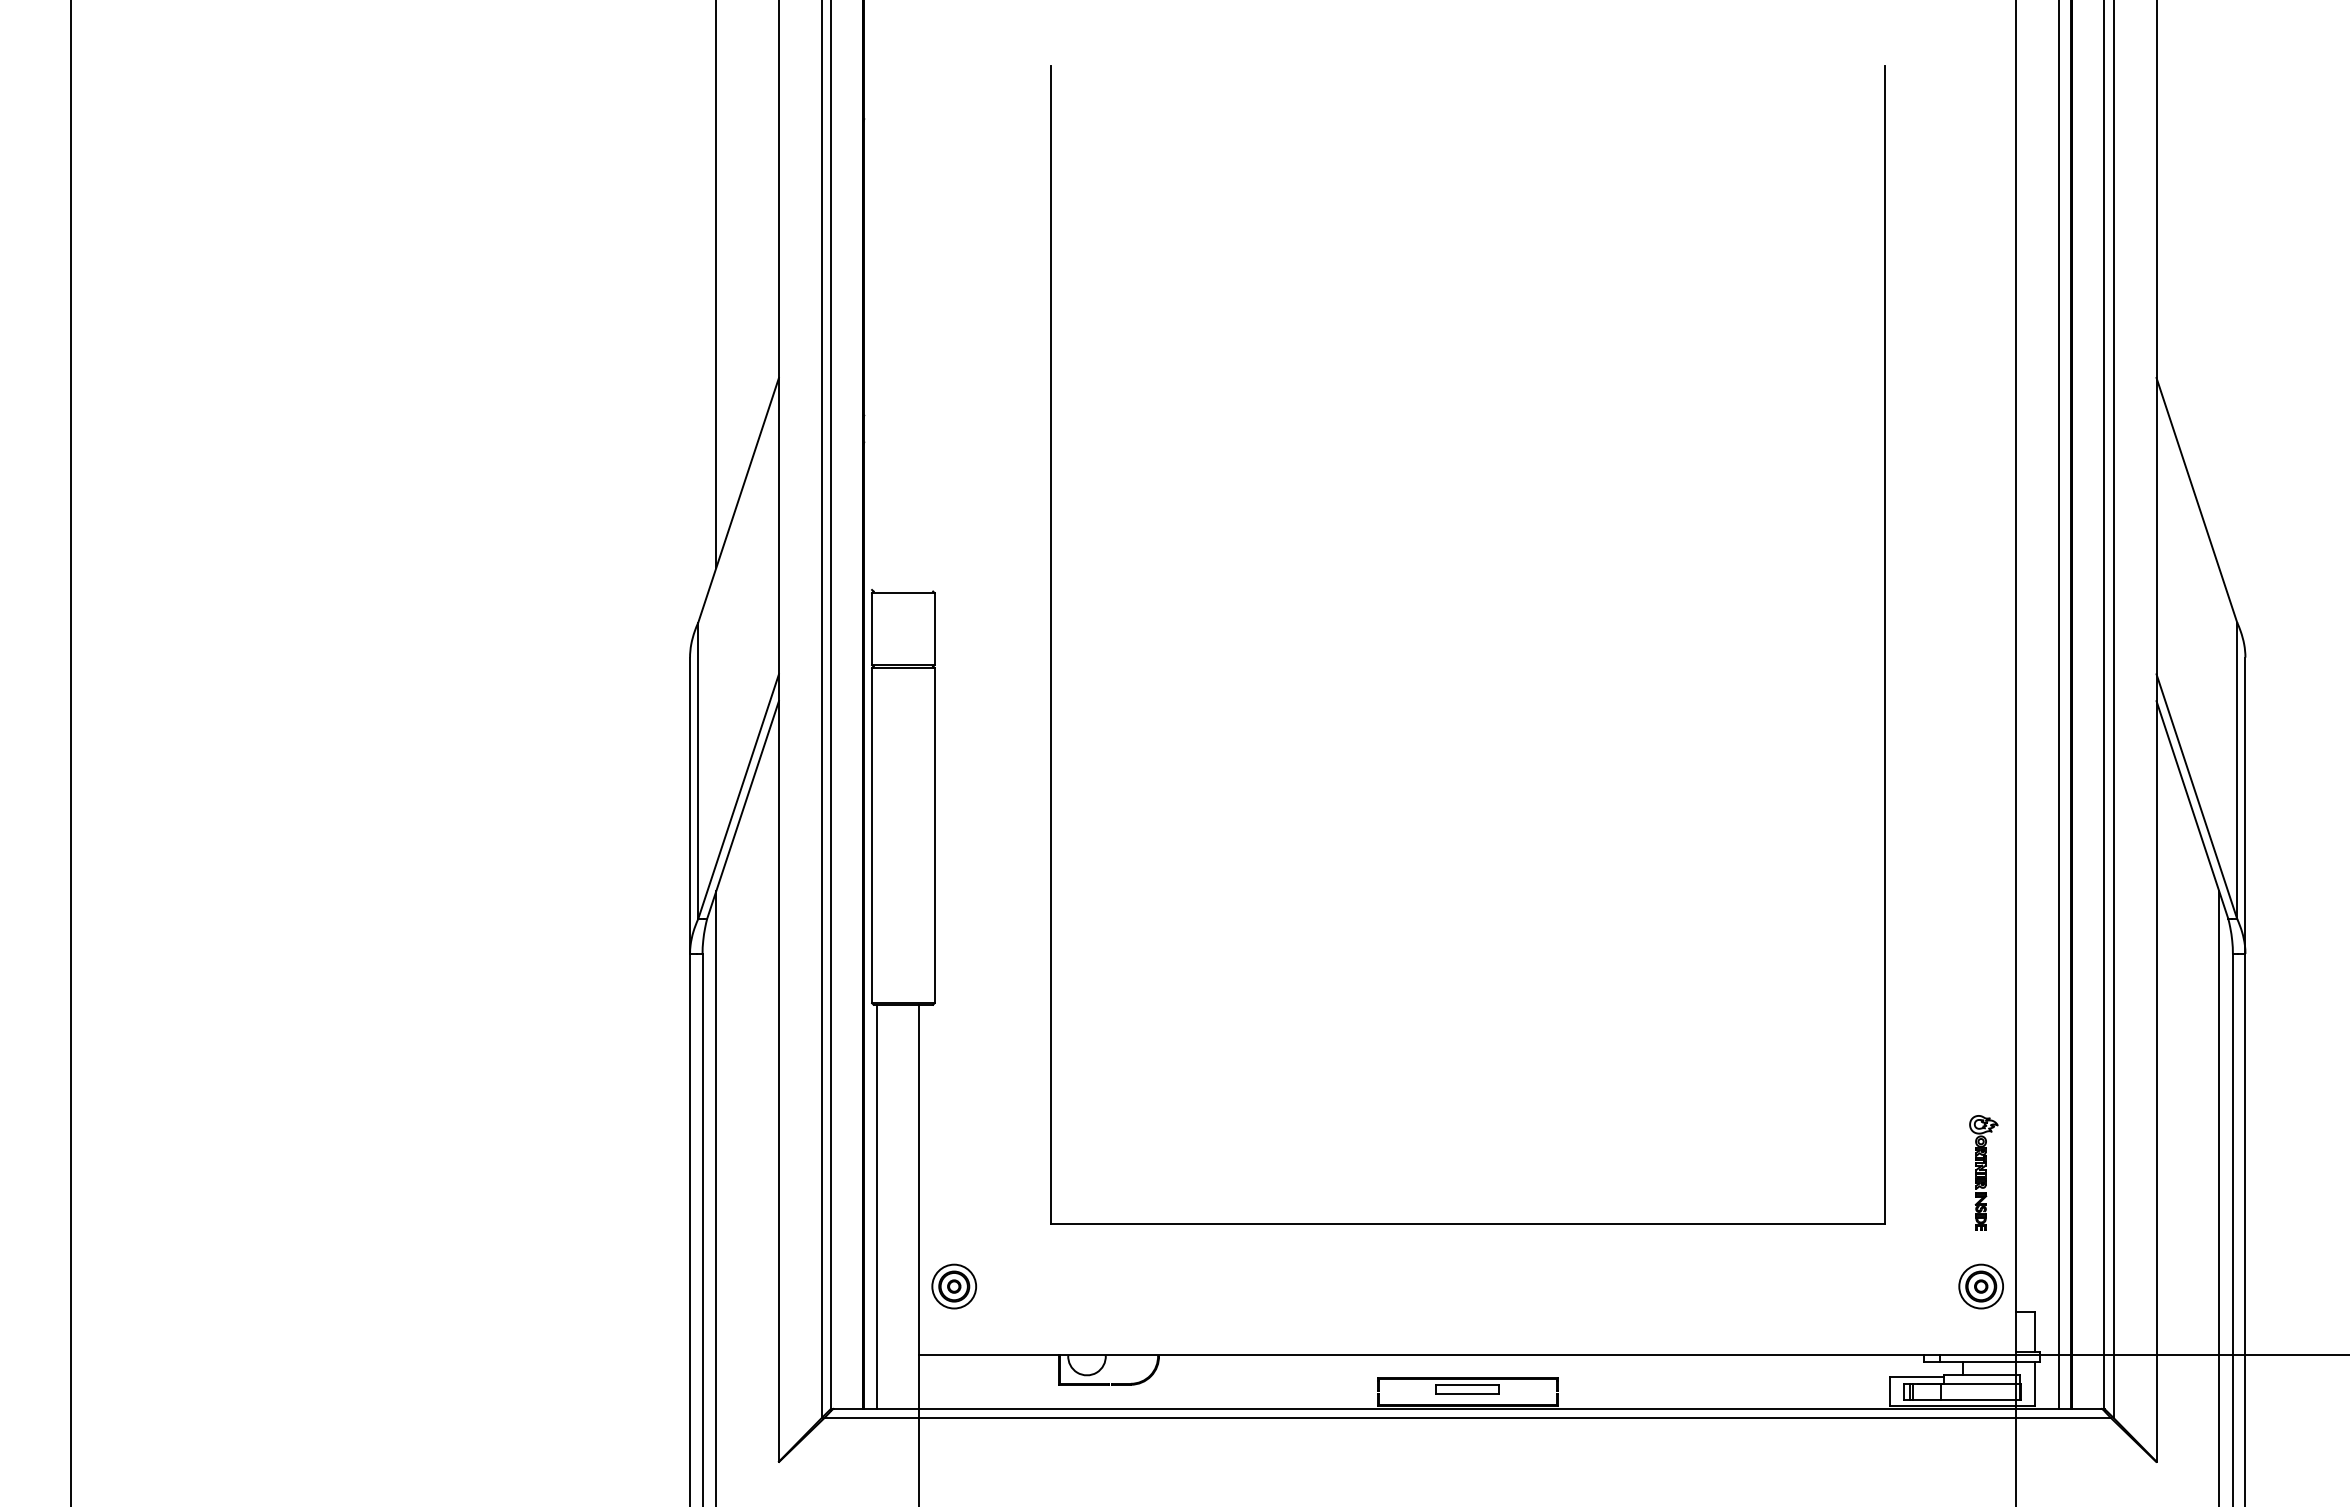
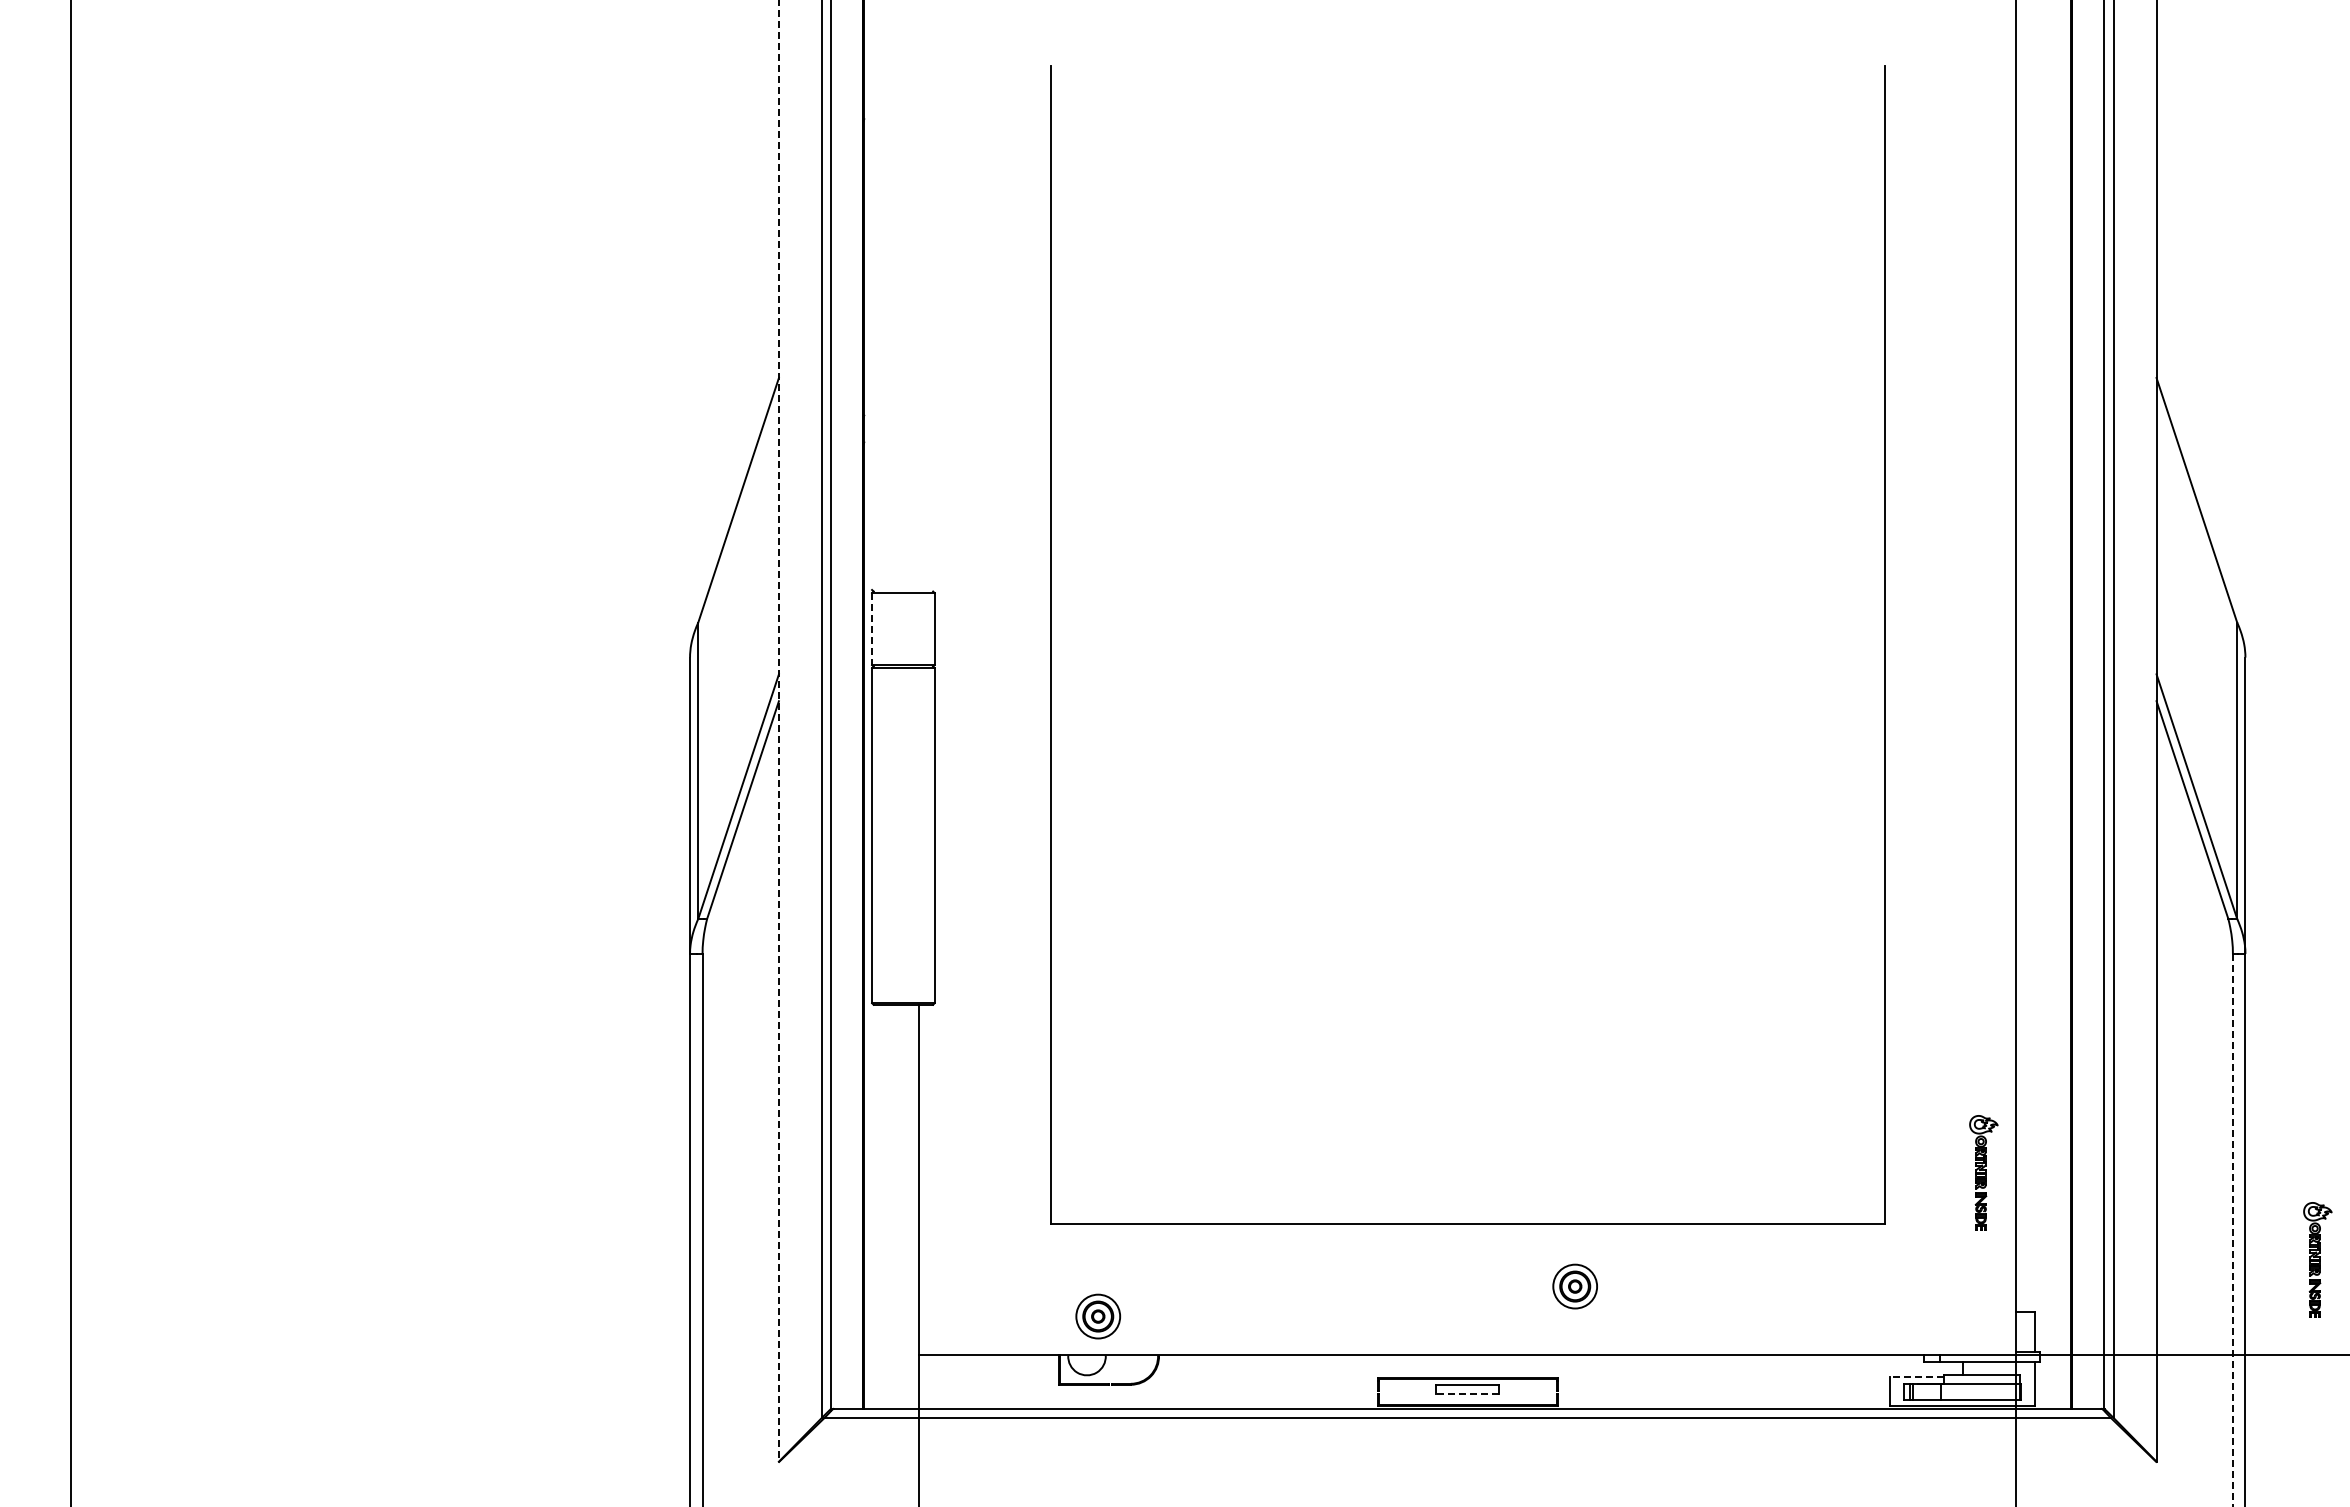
line at (716, 284): present -> none
line at (872, 629): solid -> dashed
line at (2058, 705): present -> none
line at (778, 730): solid -> dashed
line at (716, 1197): present -> none
line at (2219, 1197): present -> none
line at (876, 1206): present -> none
line at (2232, 1230): solid -> dashed
part at (2317, 1259): none -> present
part at (954, 1286) position: (954, 1286) -> (1098, 1316)
part at (1980, 1286) position: (1980, 1286) -> (1574, 1286)
line at (1916, 1377): solid -> dashed
line at (1467, 1393): solid -> dashed
